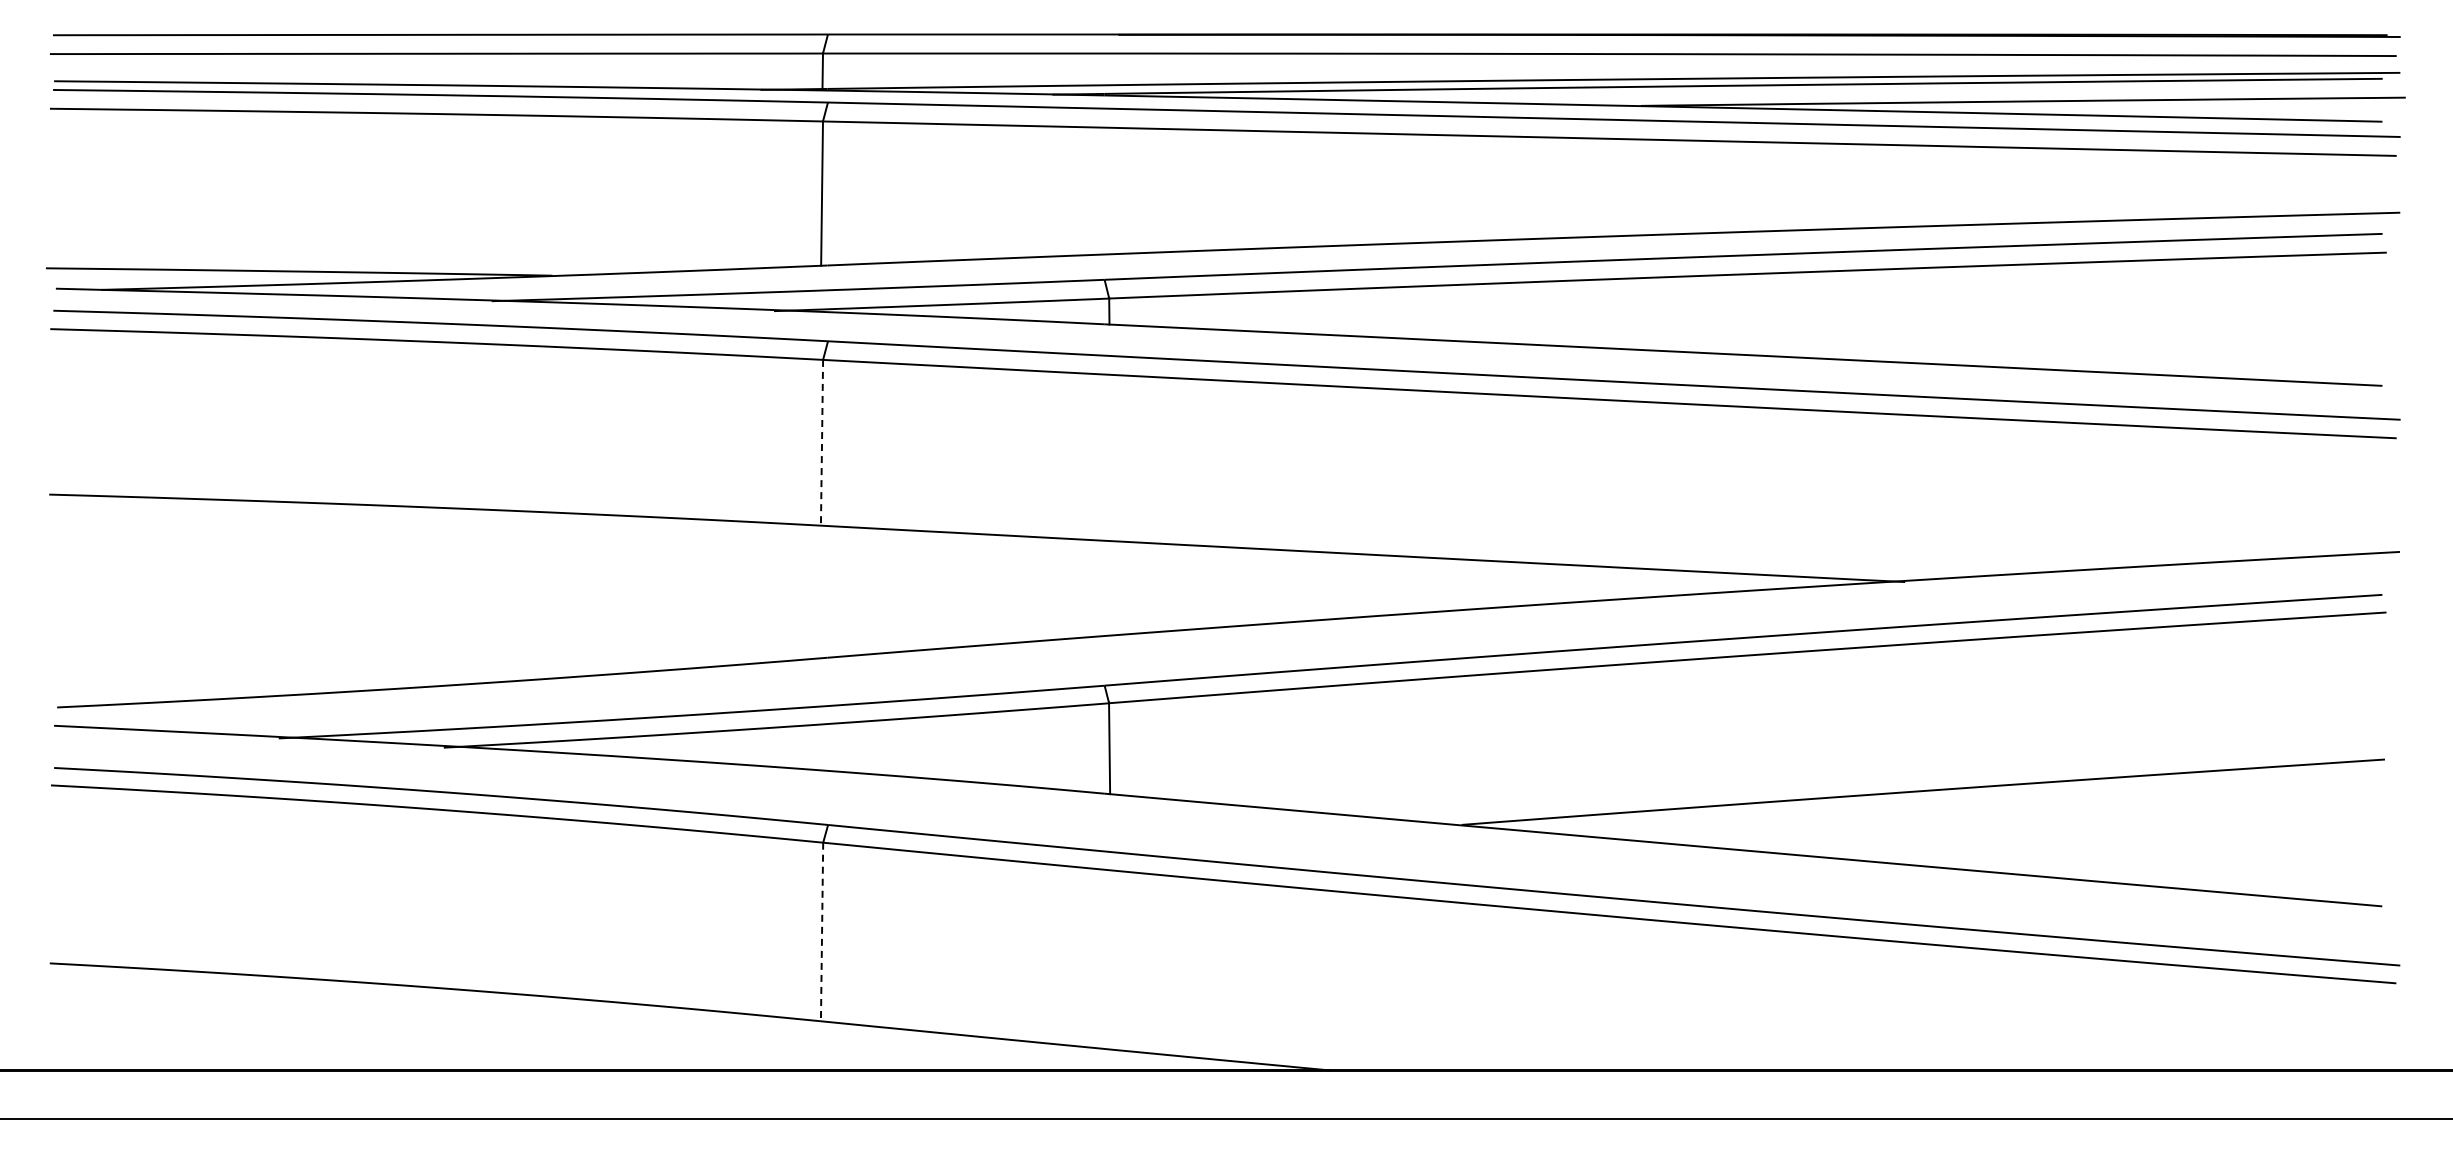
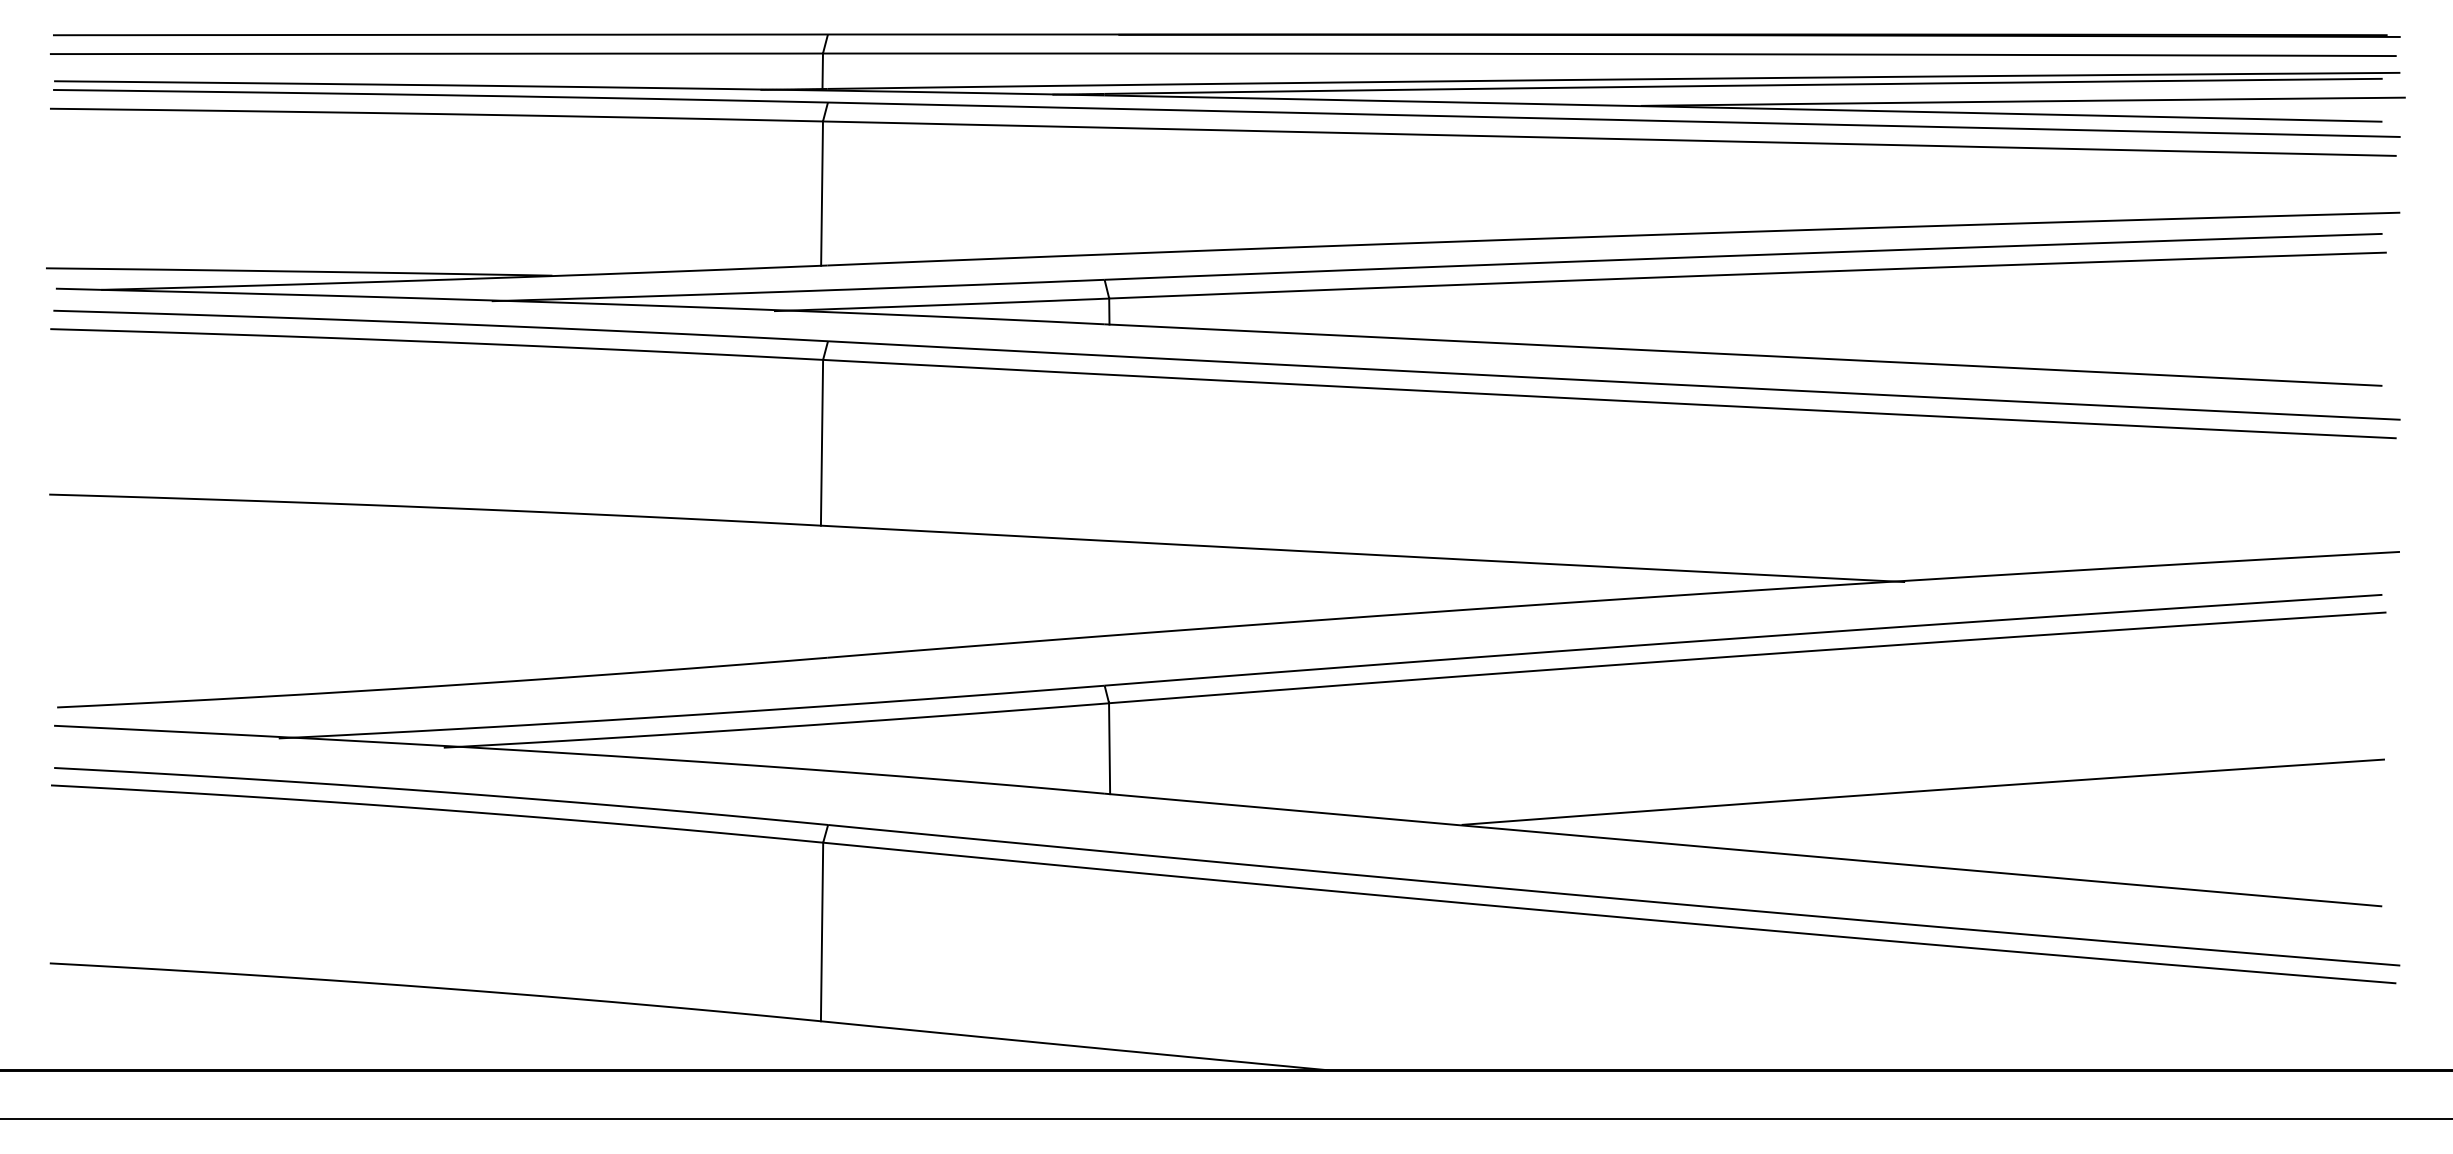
line at (822, 442): dashed -> solid
line at (822, 932): dashed -> solid
